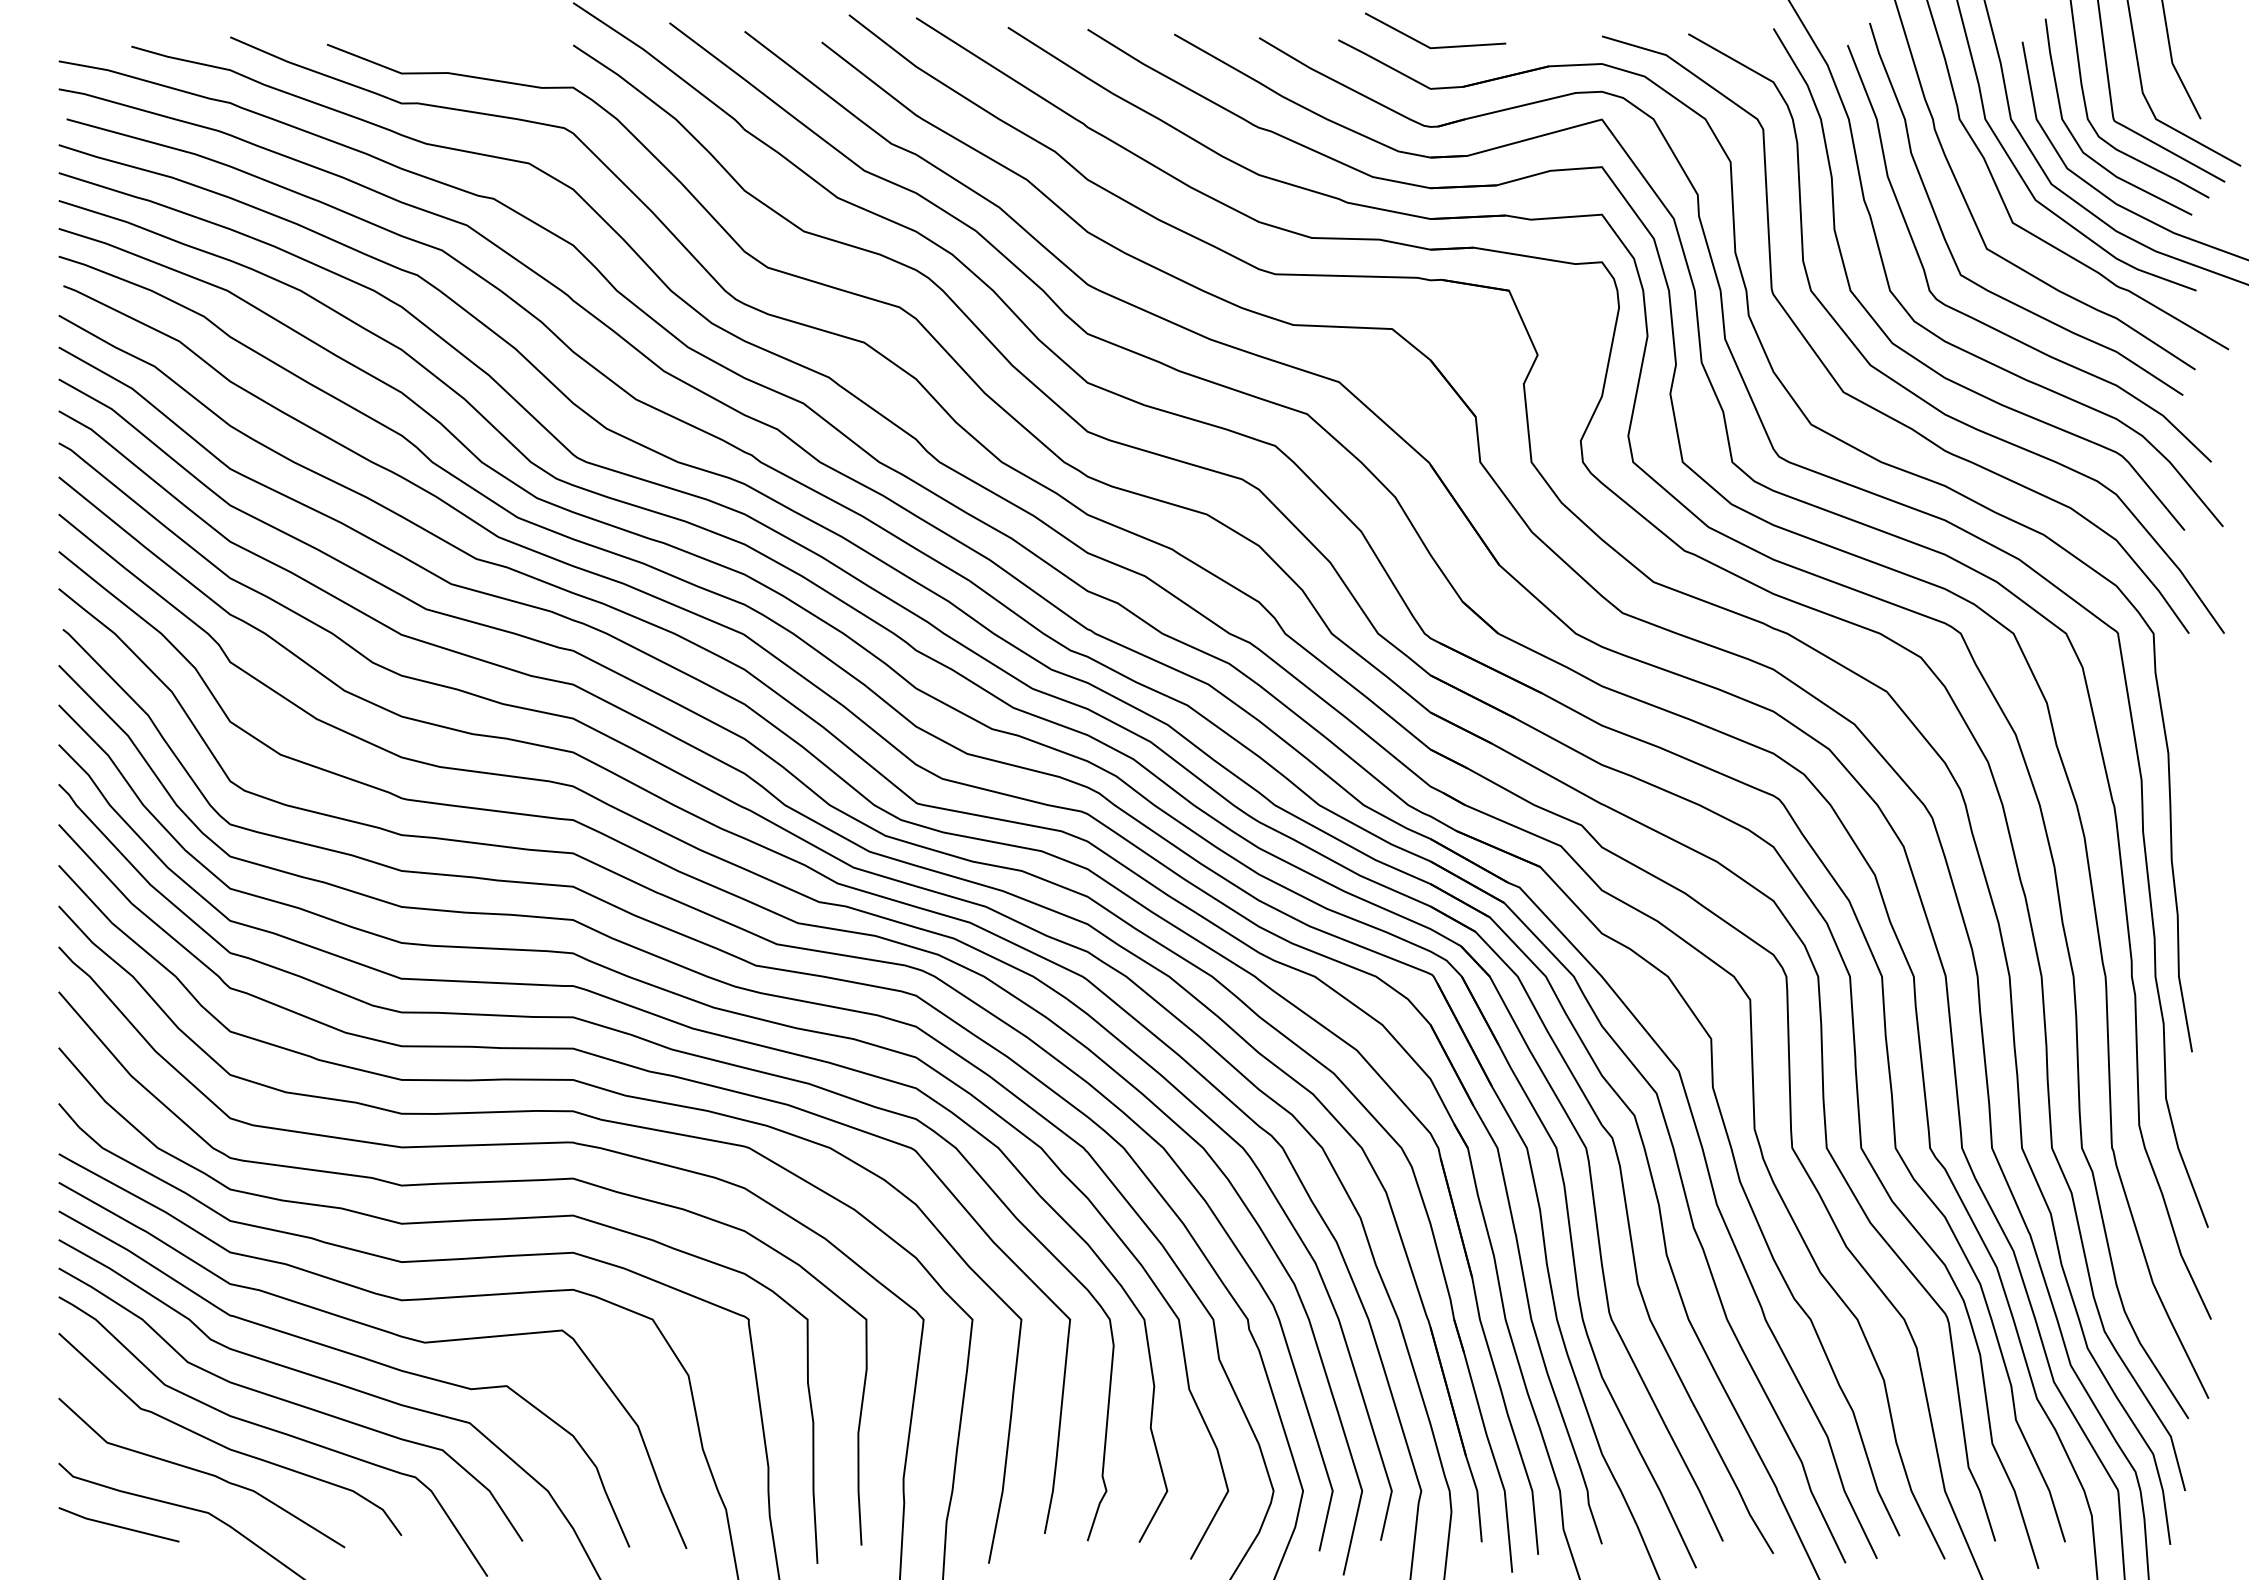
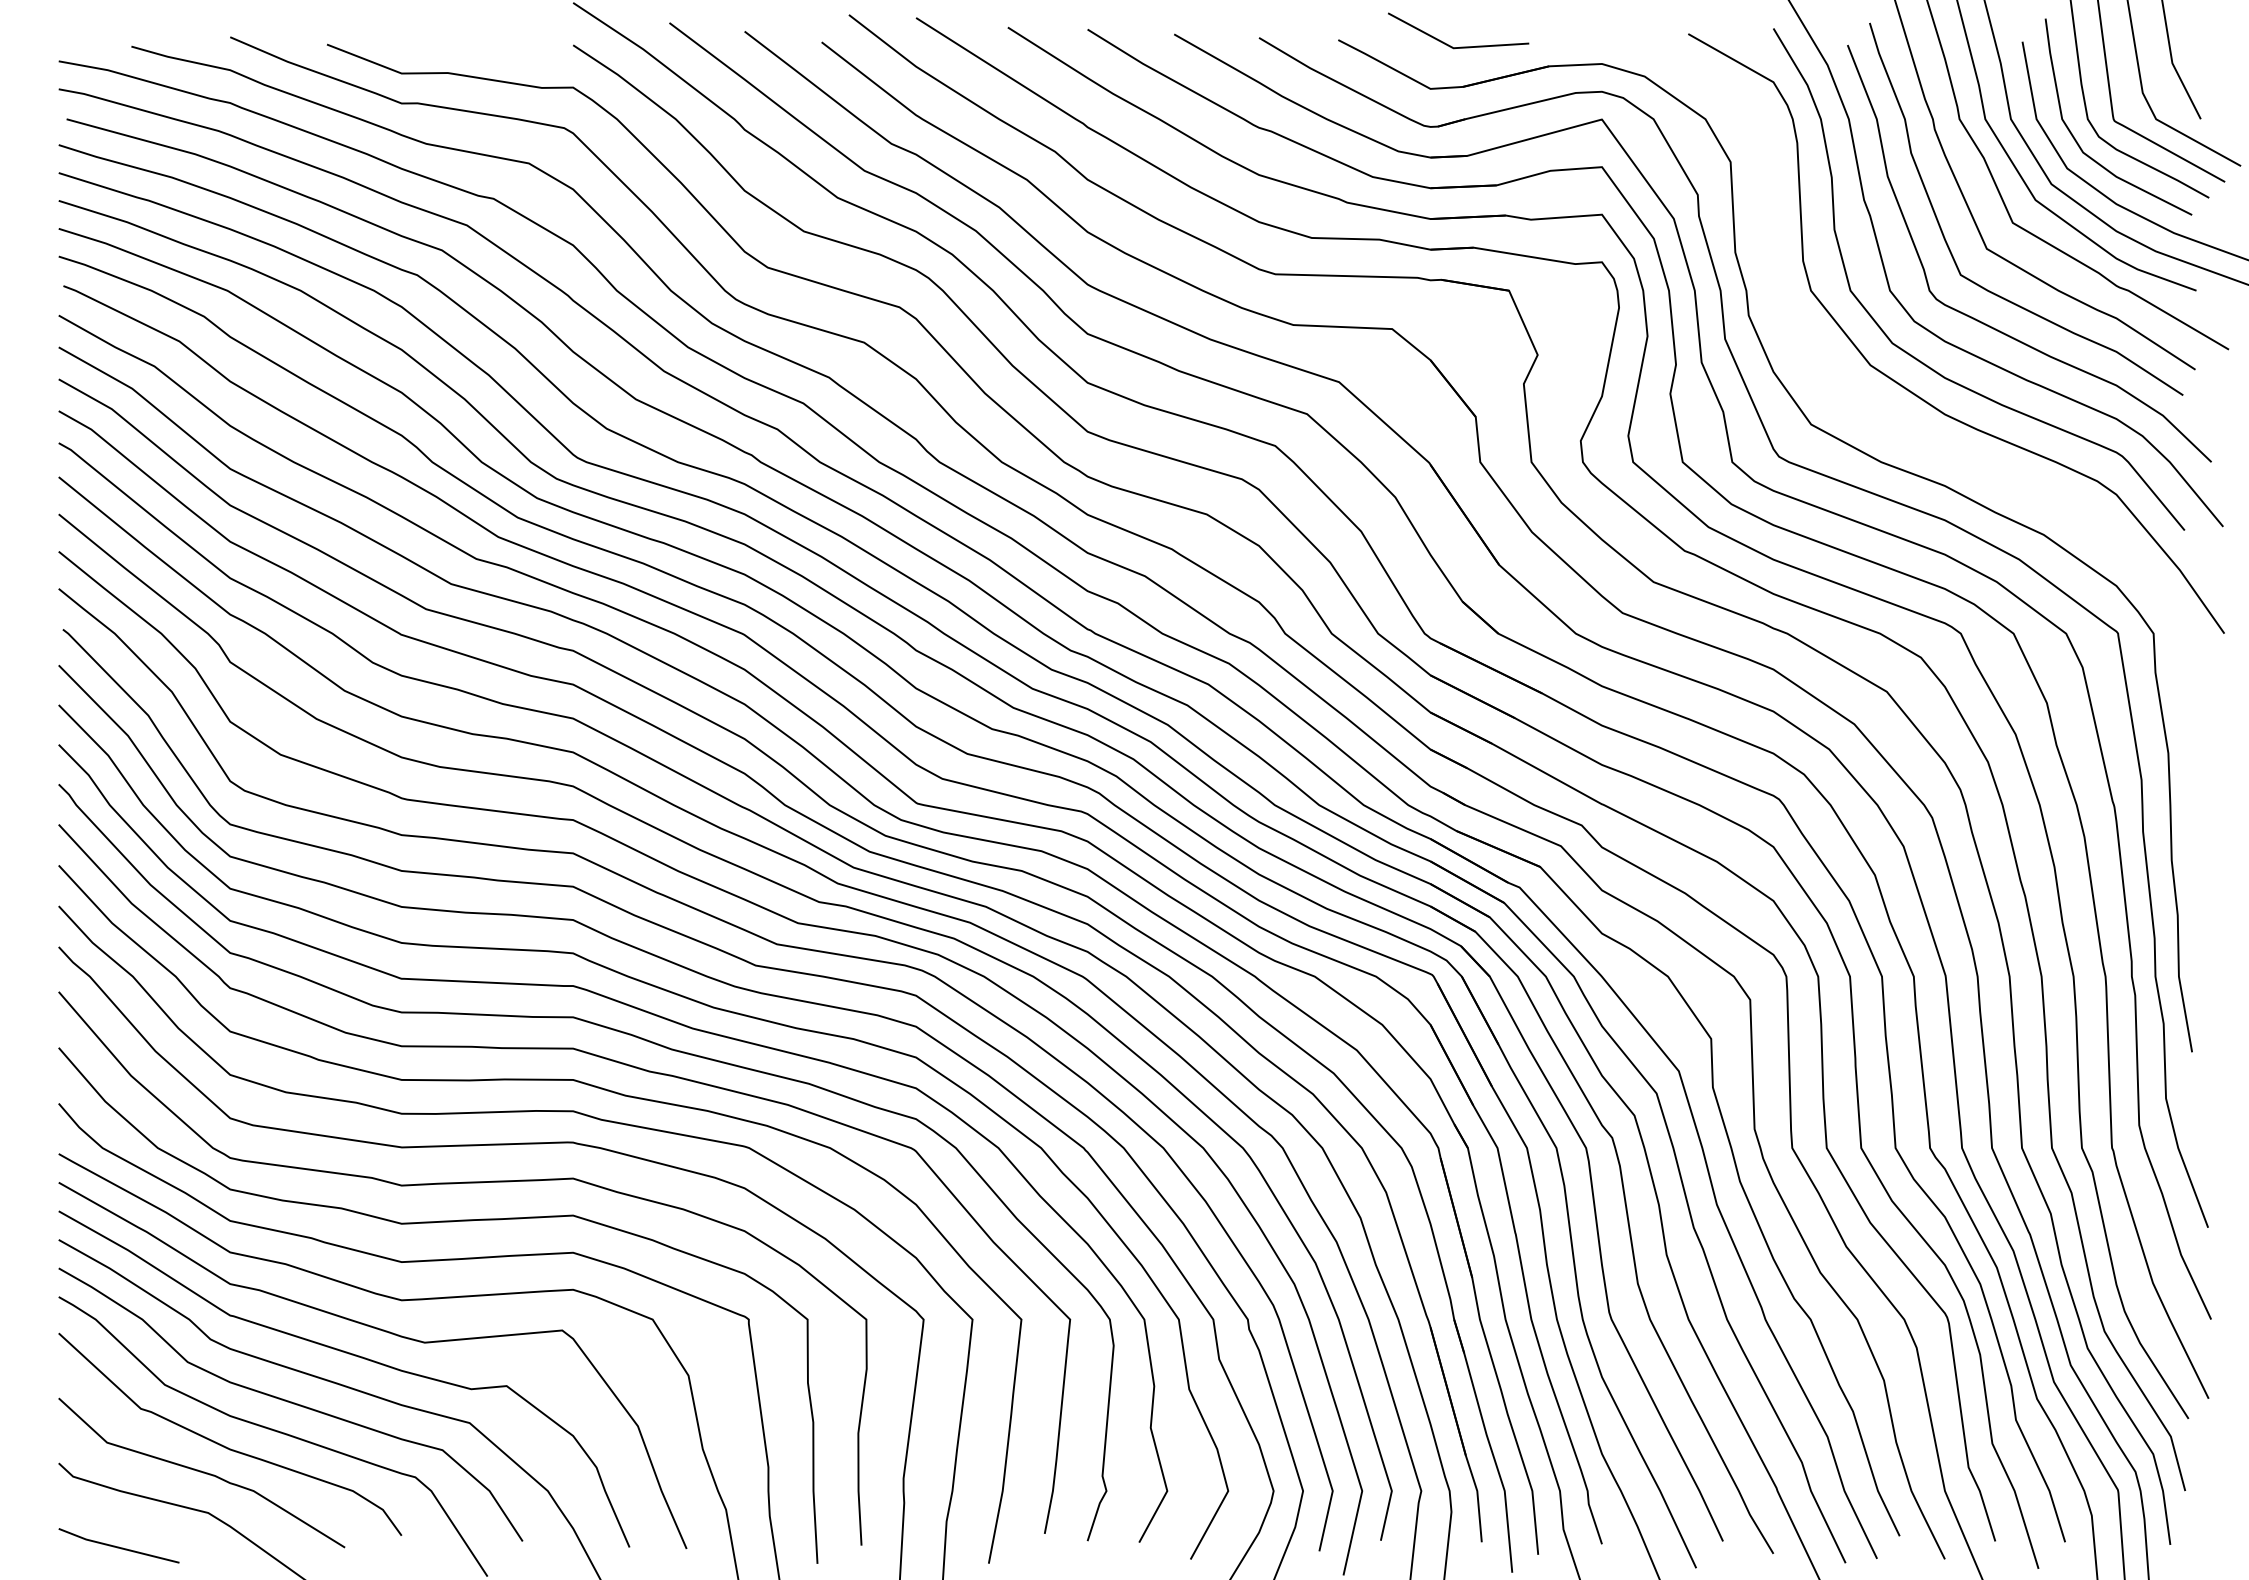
line at (1437, 46) position: (1437, 46) -> (1460, 46)
curve at (1861, 400): present -> none
line at (118, 1525) position: (118, 1525) -> (118, 1546)
